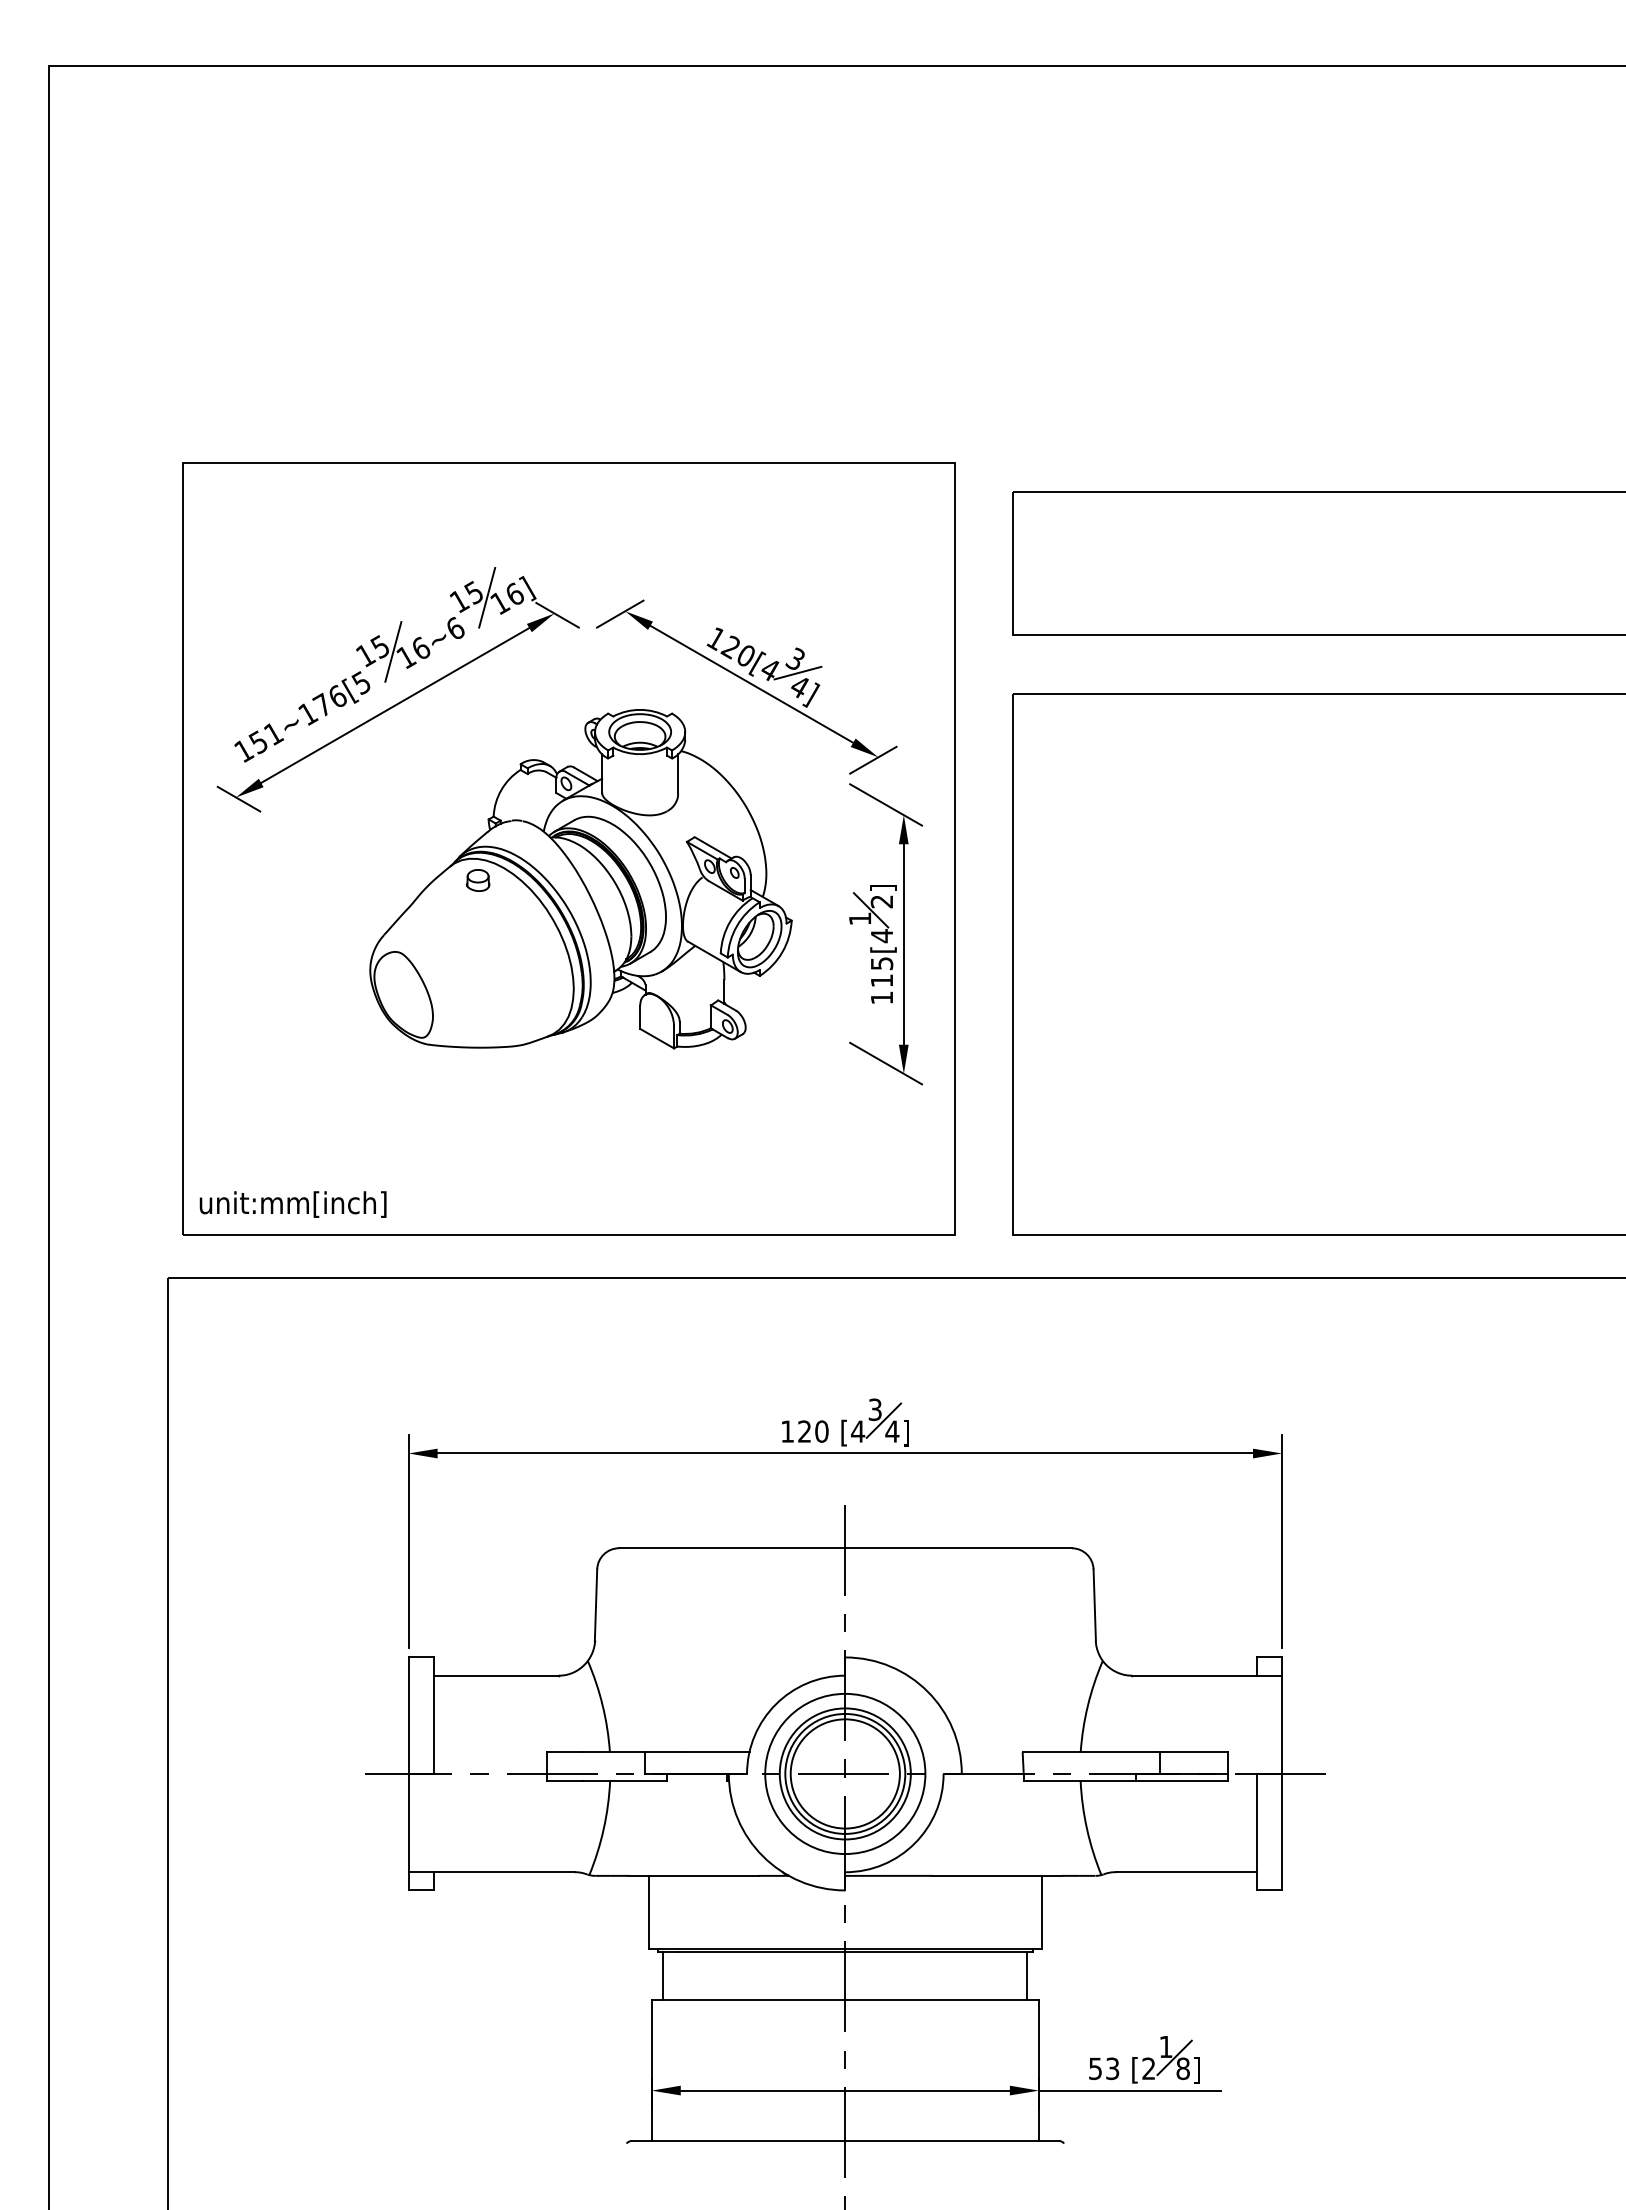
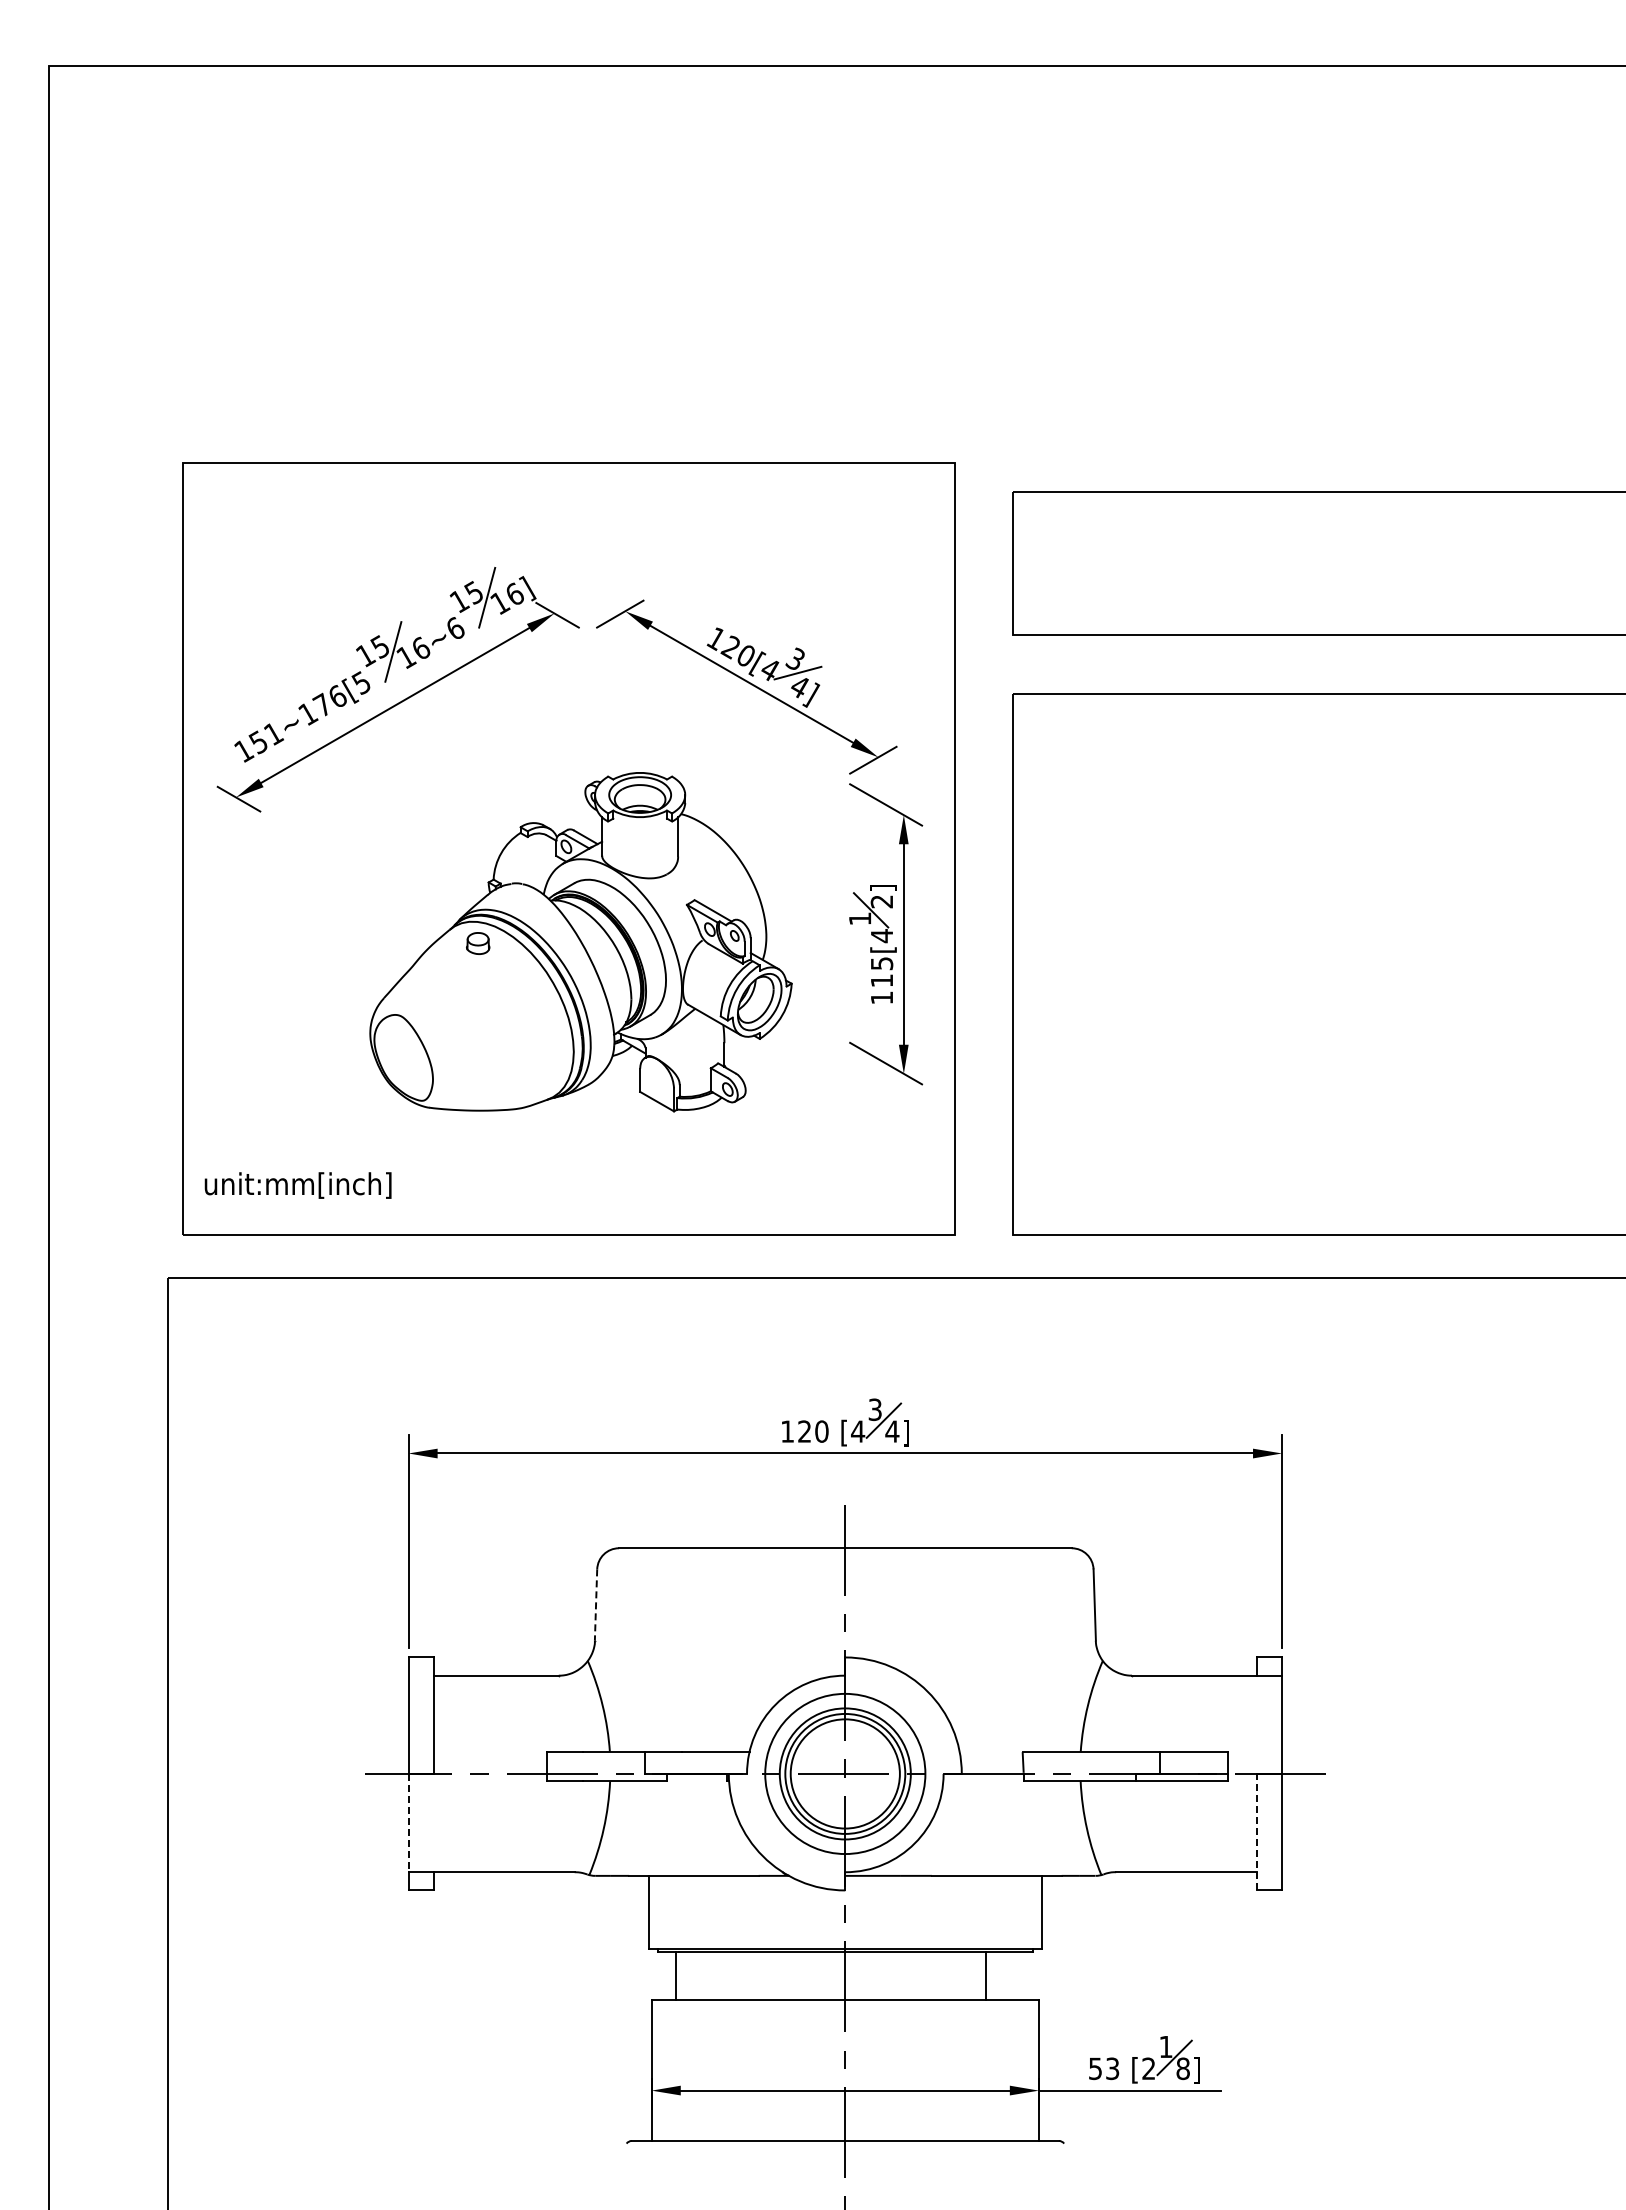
part at (580, 879) position: (580, 879) -> (580, 942)
text at (292, 1204) position: (292, 1204) -> (297, 1185)
line at (596, 1605): solid -> dashed
line at (408, 1823): solid -> dashed
line at (1256, 1831): solid -> dashed
line at (663, 1975) position: (663, 1975) -> (676, 1975)
line at (1027, 1975) position: (1027, 1975) -> (986, 1975)
